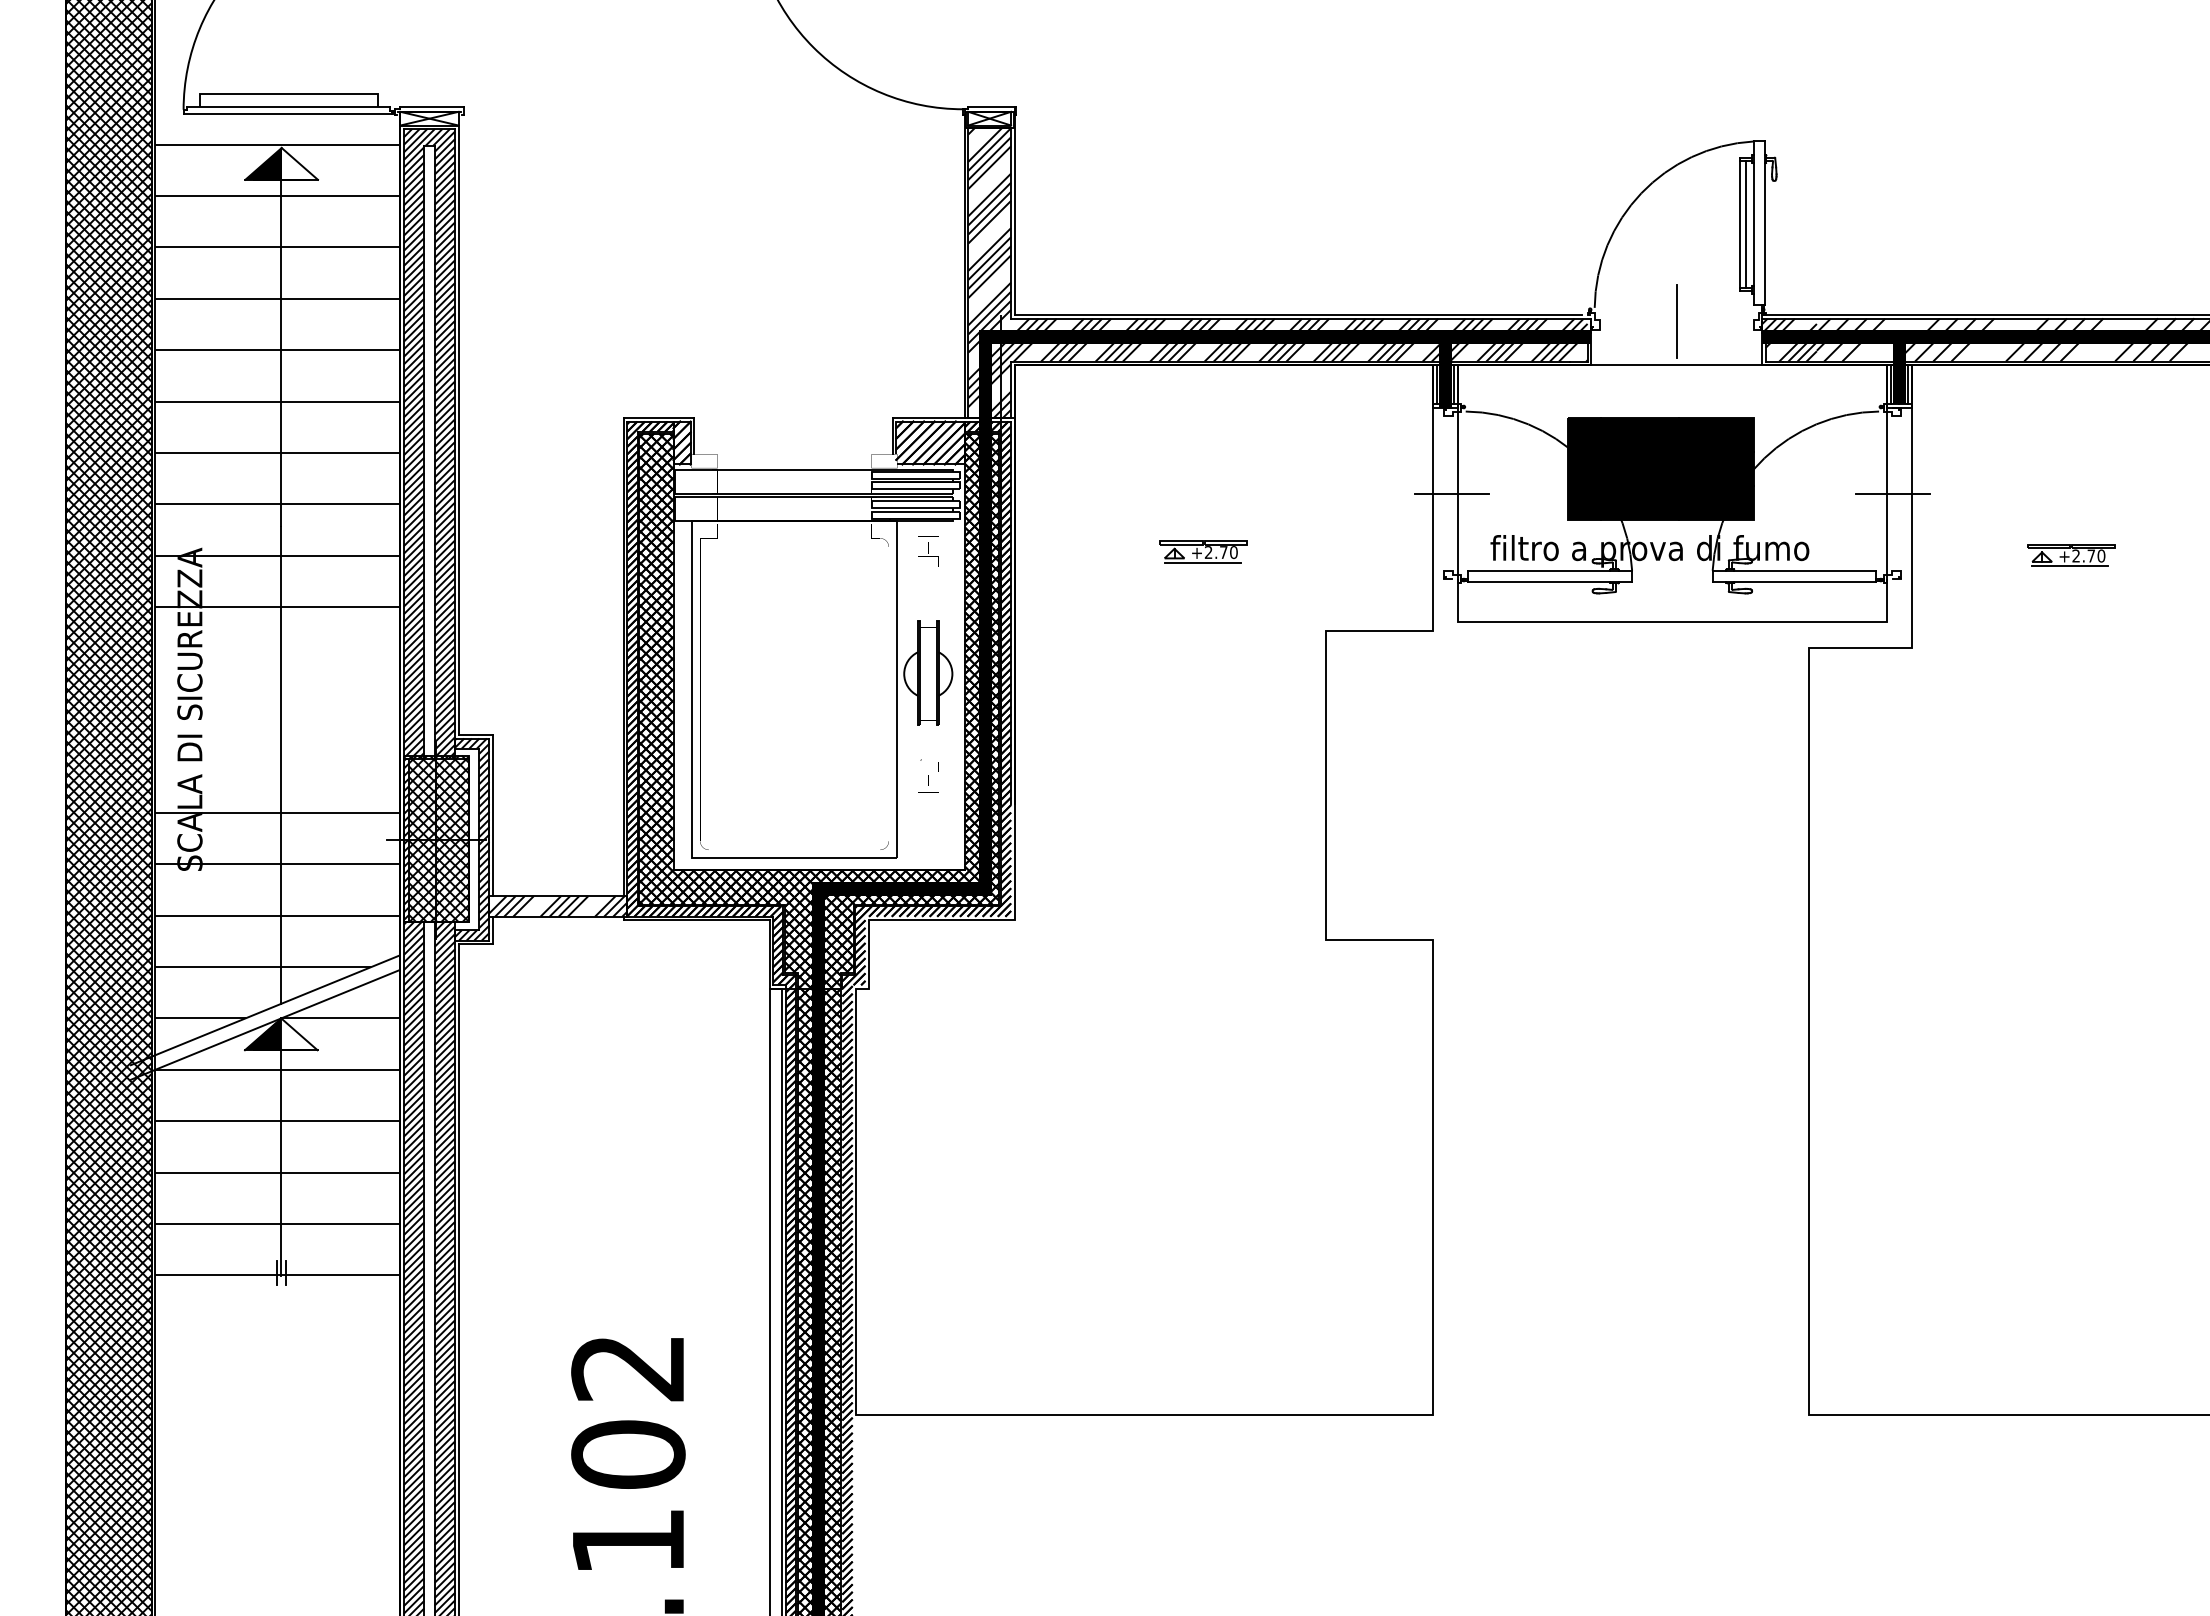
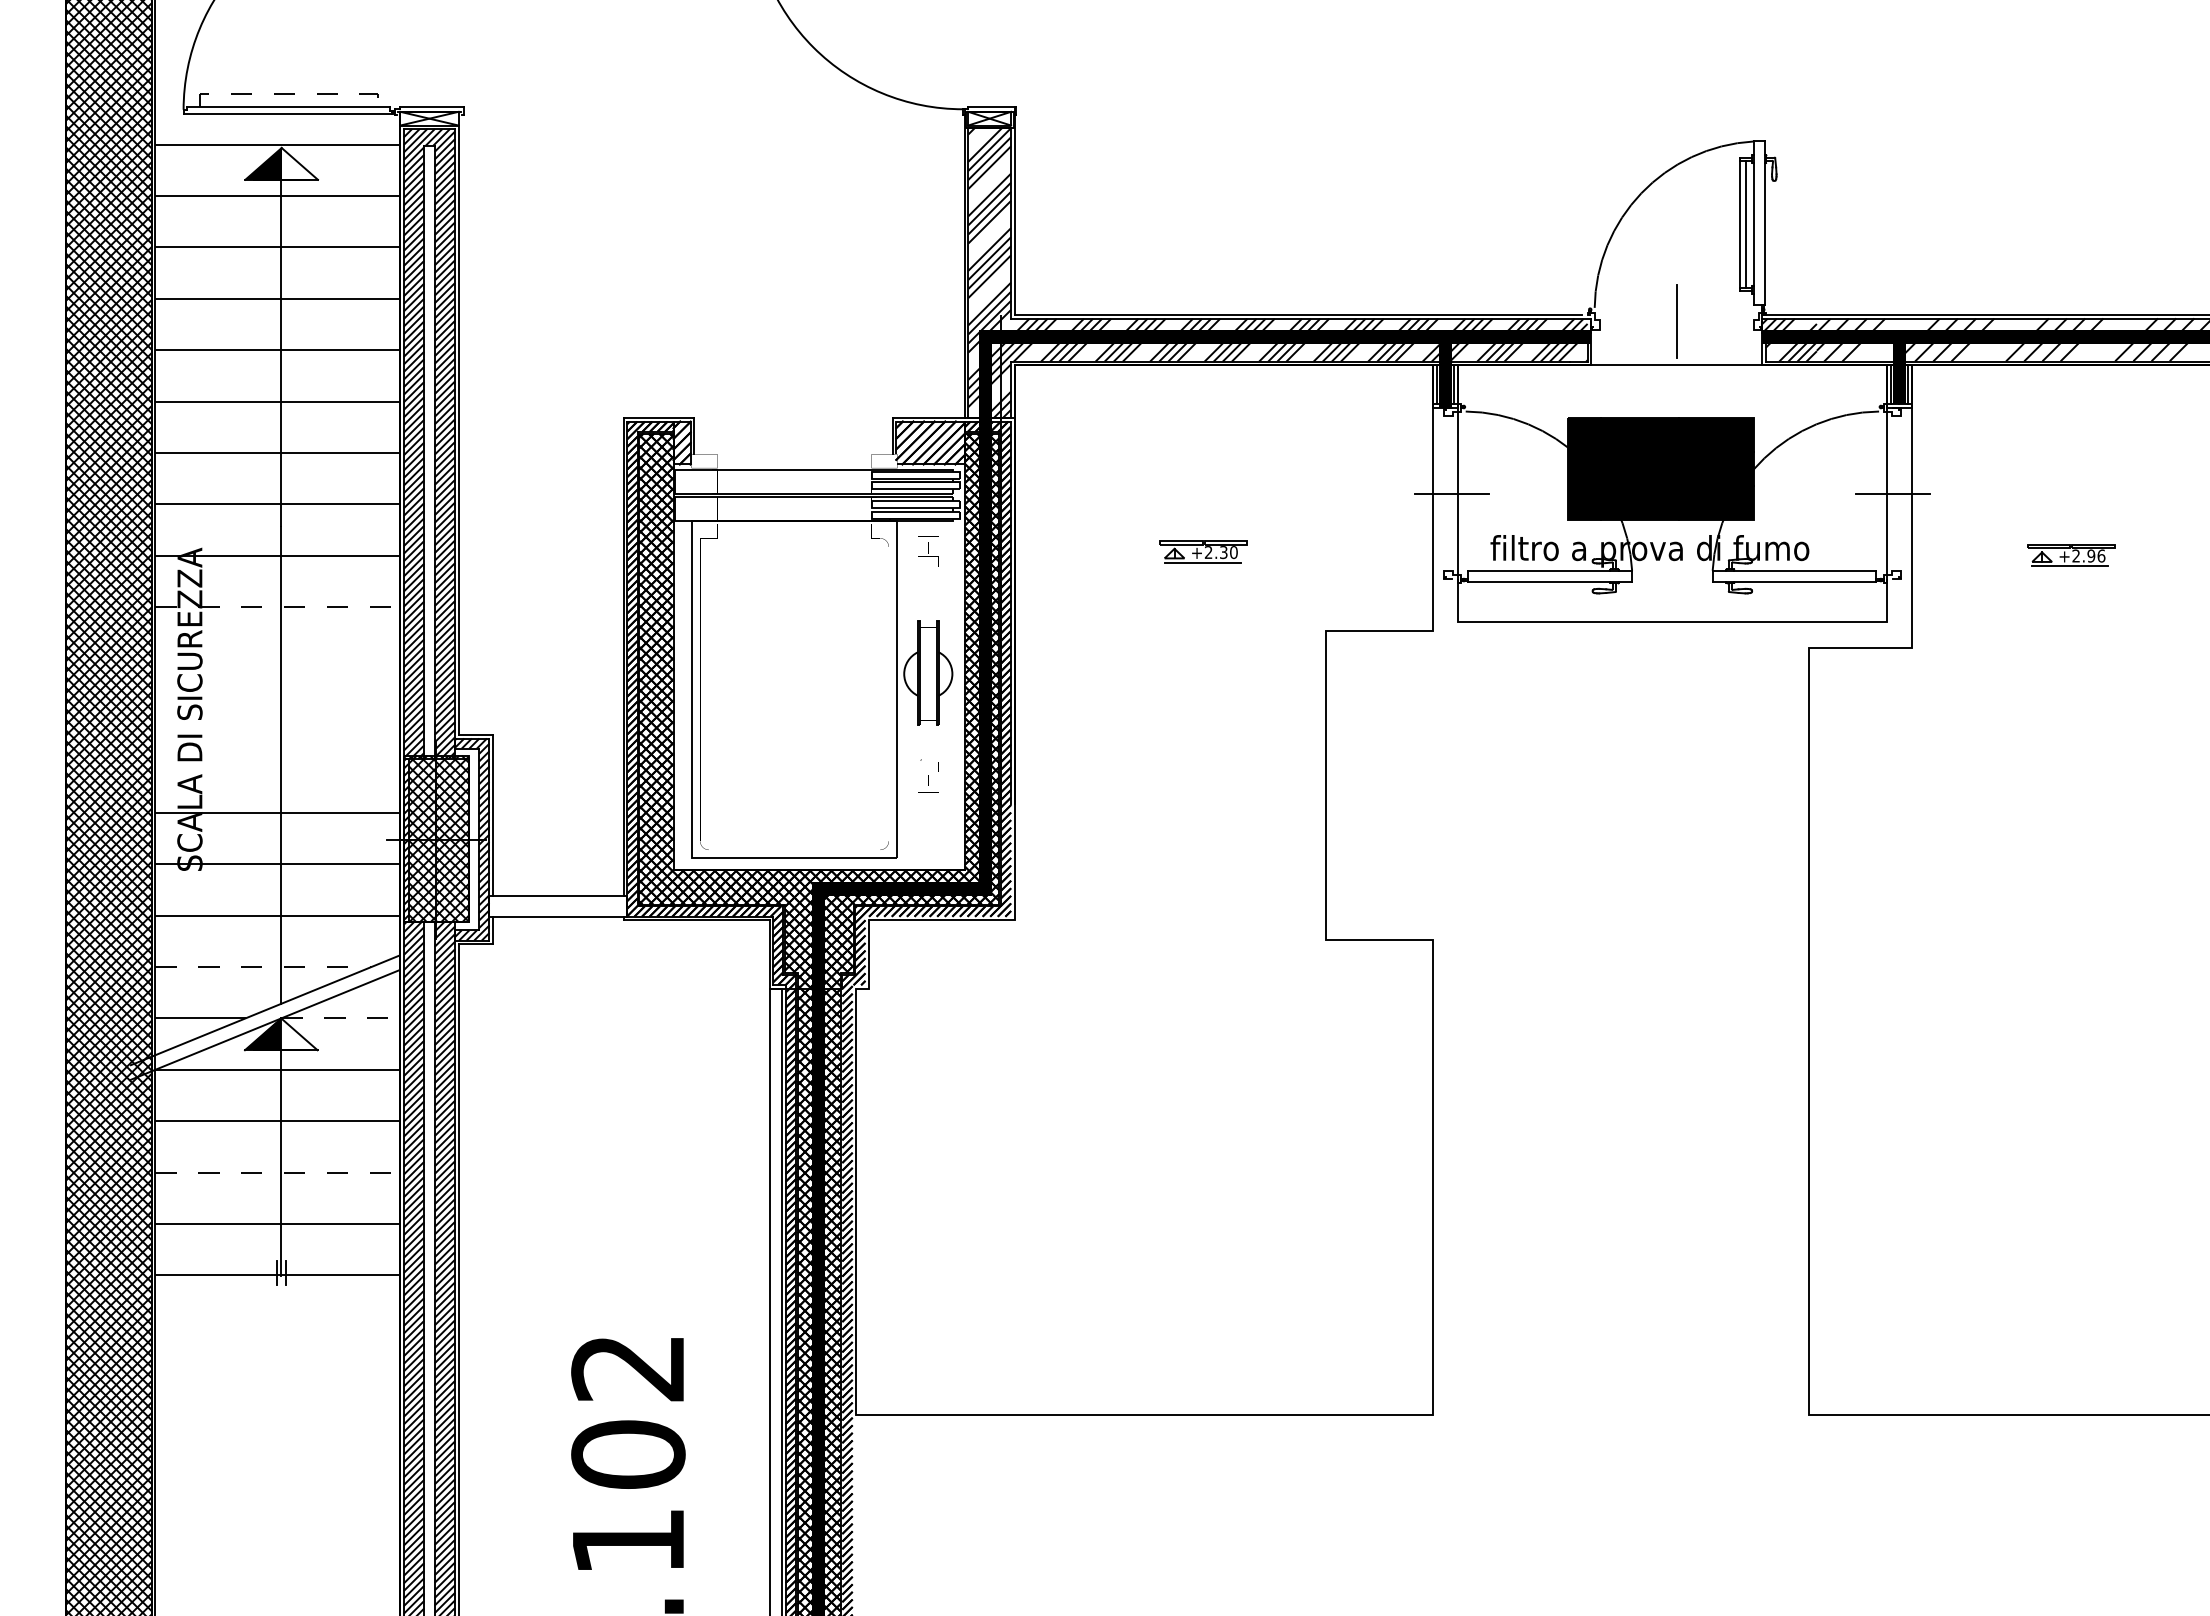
line at (288, 94): solid -> dashed
text at (1223, 552): +2.70 -> +2.30
text at (2096, 555): +2.70 -> +2.96
line at (278, 607): solid -> dashed
hatch at (558, 906): present -> none
line at (263, 967): solid -> dashed
line at (340, 1018): solid -> dashed
line at (278, 1172): solid -> dashed
